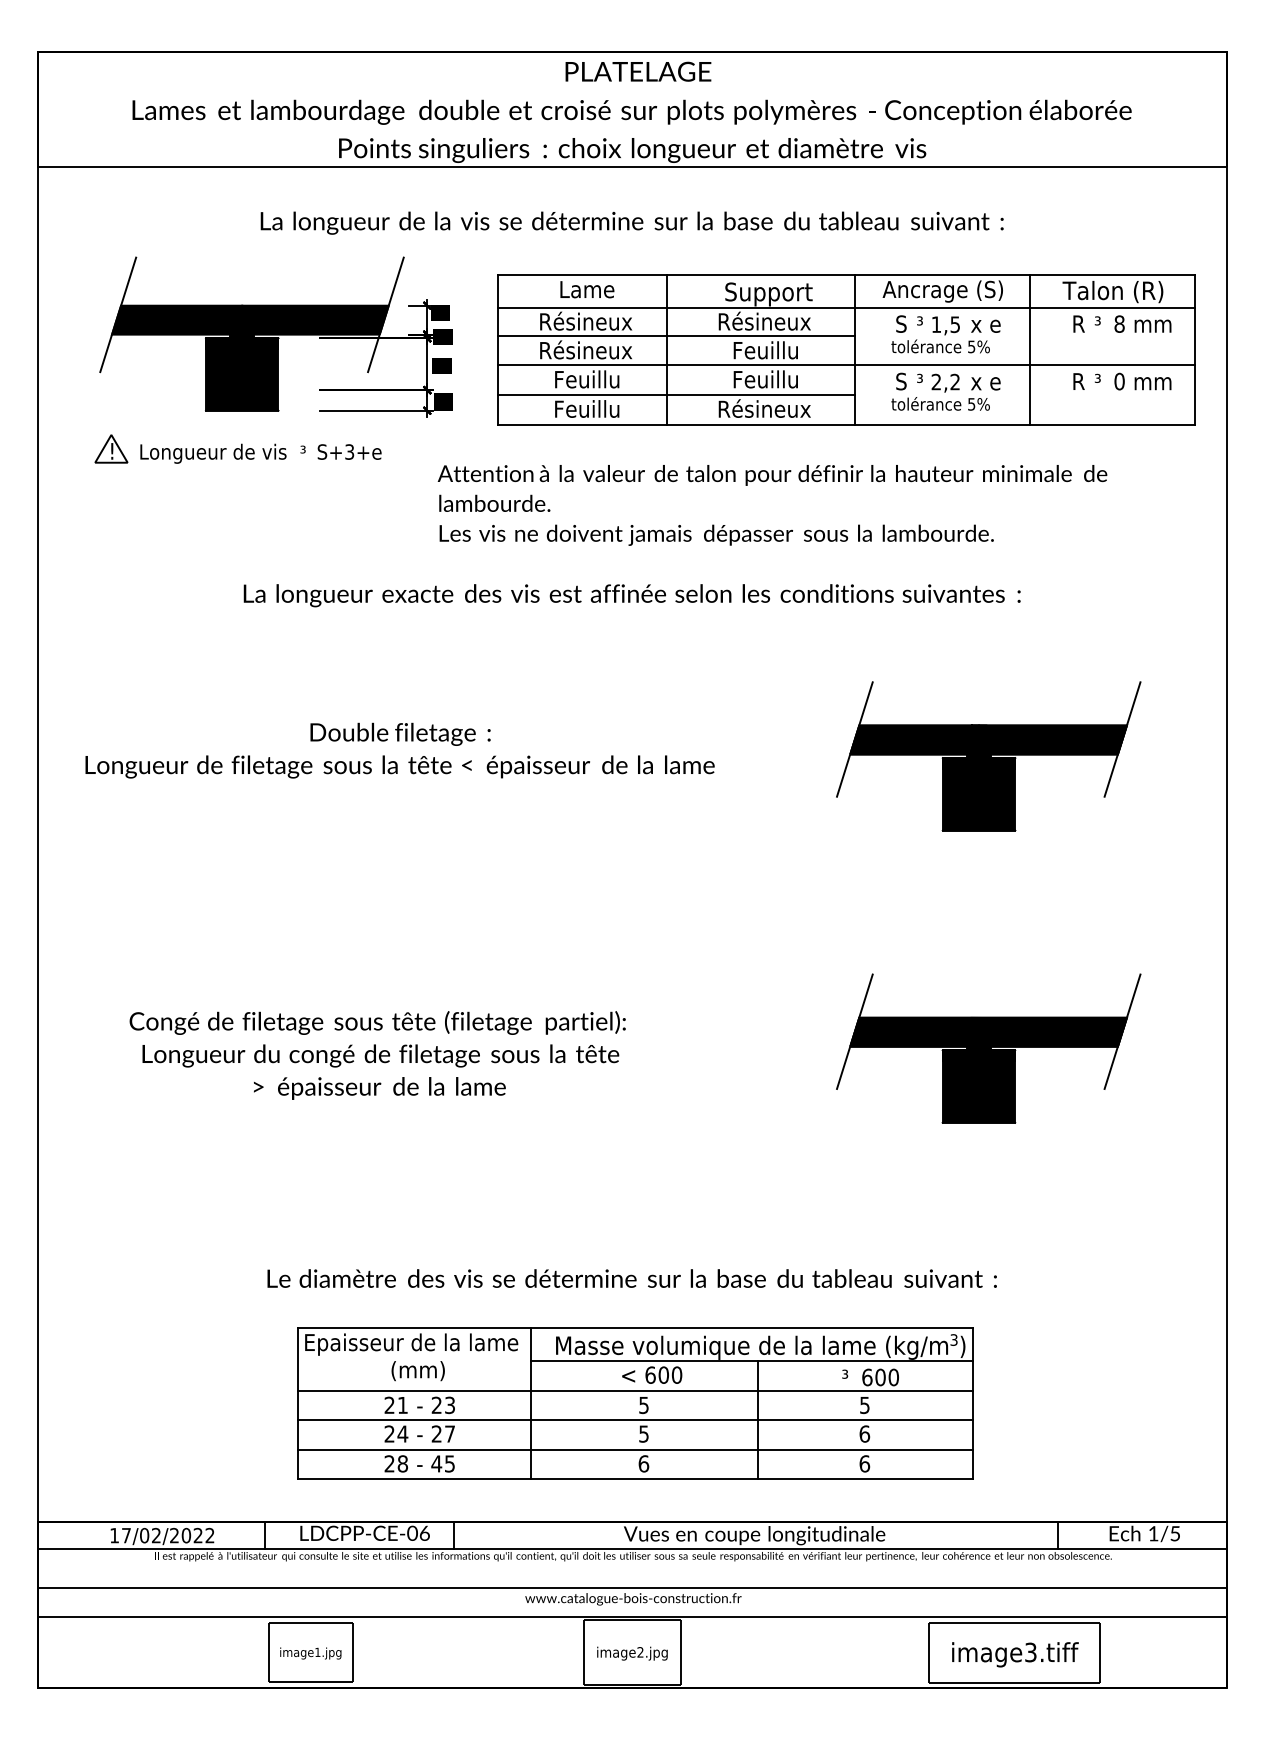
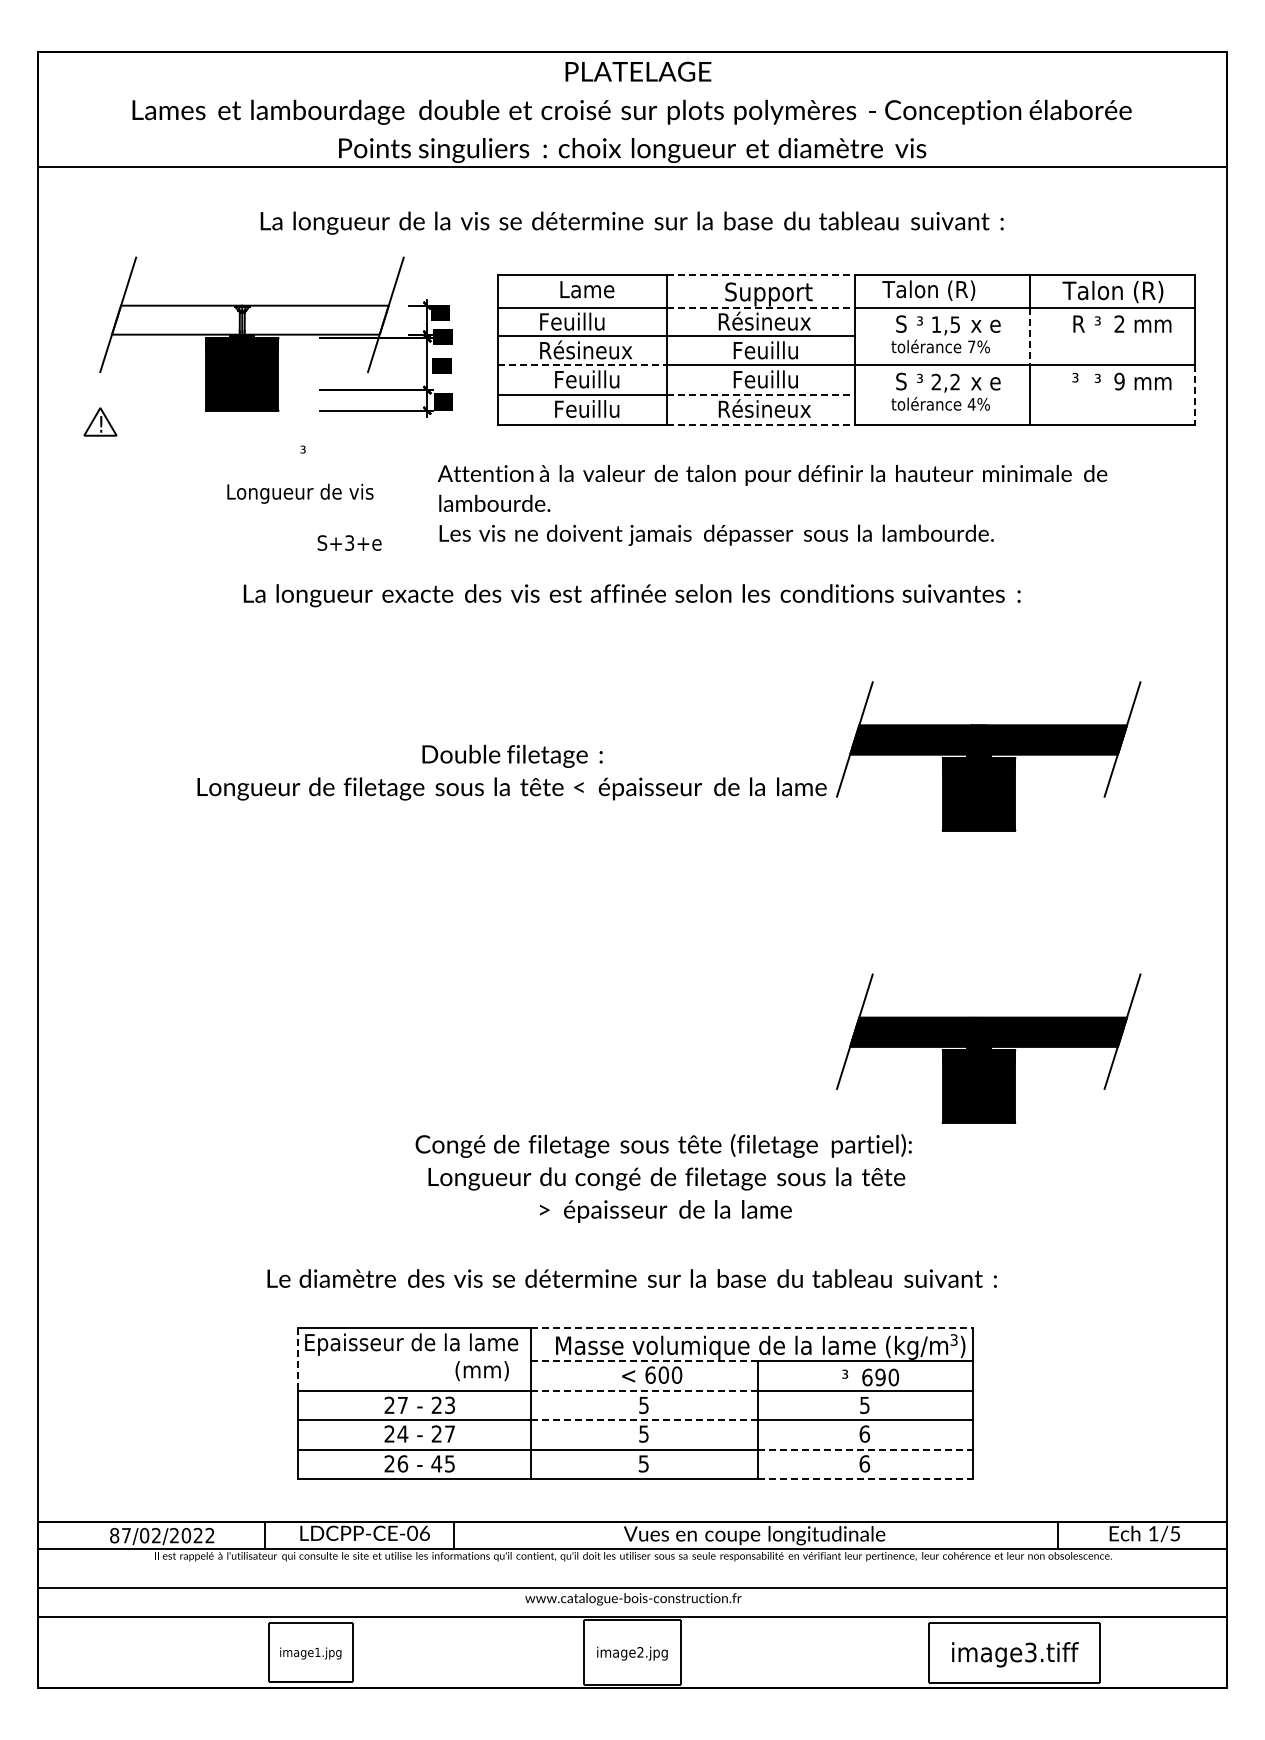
line at (761, 275): solid -> dashed
text at (942, 291): Ancrage (S) -> Talon (R)
line at (761, 307): solid -> dashed
fill at (250, 319): present -> none
text at (587, 320): Résineux -> Feuillu
text at (1119, 323): 8 -> 2
line at (1030, 336): solid -> dashed
text at (971, 346): 5% -> 7%
line at (582, 365): solid -> dashed
text at (1078, 380): R -> ³
text at (1119, 381): 0 -> 9
line at (761, 394): solid -> dashed
line at (1194, 394): solid -> dashed
text at (971, 404): 5% -> 4%
line at (761, 424): solid -> dashed
part at (111, 448) position: (111, 448) -> (100, 421)
text at (349, 451) position: (349, 451) -> (349, 542)
text at (213, 453) position: (213, 453) -> (300, 493)
text at (399, 750) position: (399, 750) -> (511, 772)
text at (377, 1055) position: (377, 1055) -> (663, 1178)
line at (751, 1328): solid -> dashed
line at (298, 1360): solid -> dashed
line at (644, 1360): solid -> dashed
text at (417, 1371) position: (417, 1371) -> (481, 1371)
text at (880, 1377): 600 -> 690
line at (644, 1391): solid -> dashed
text at (402, 1405): 21 -> 27
line at (644, 1419): solid -> dashed
line at (865, 1449): solid -> dashed
text at (402, 1463): 28 -> 26
text at (643, 1463): 6 -> 5
line at (865, 1479): solid -> dashed
text at (114, 1535): 17/02/2022 -> 87/02/2022
